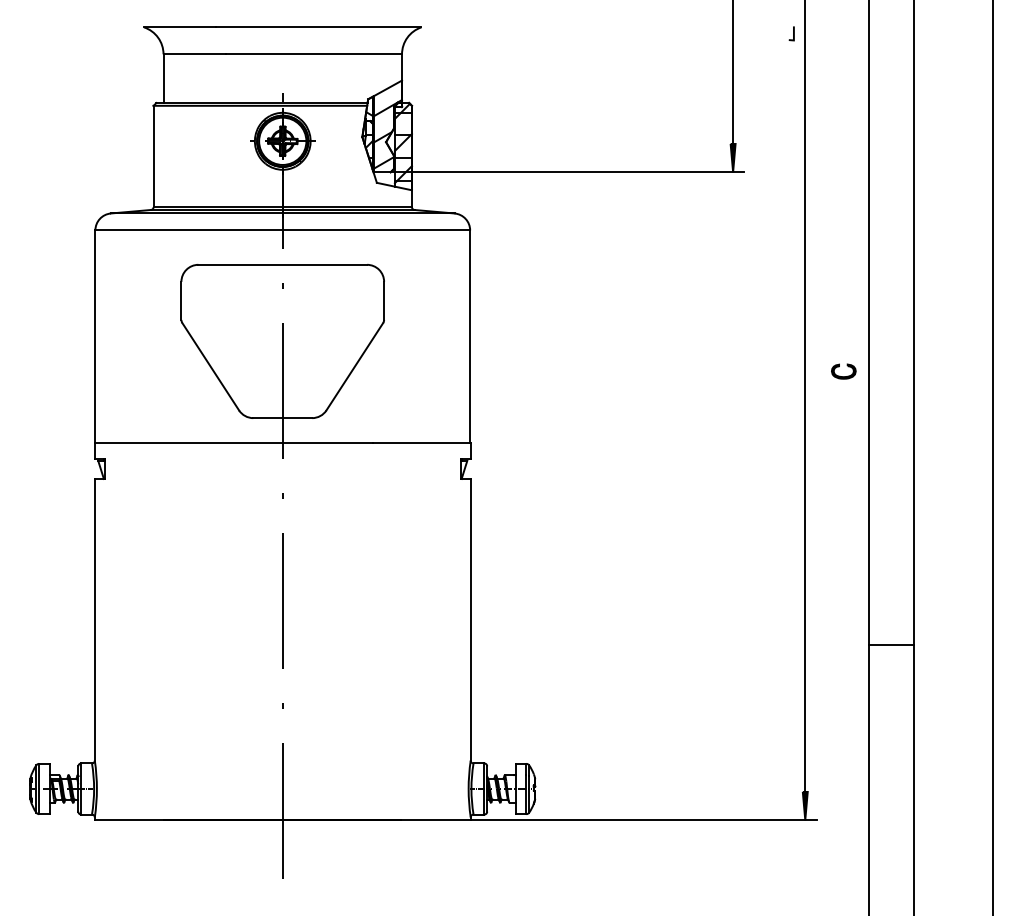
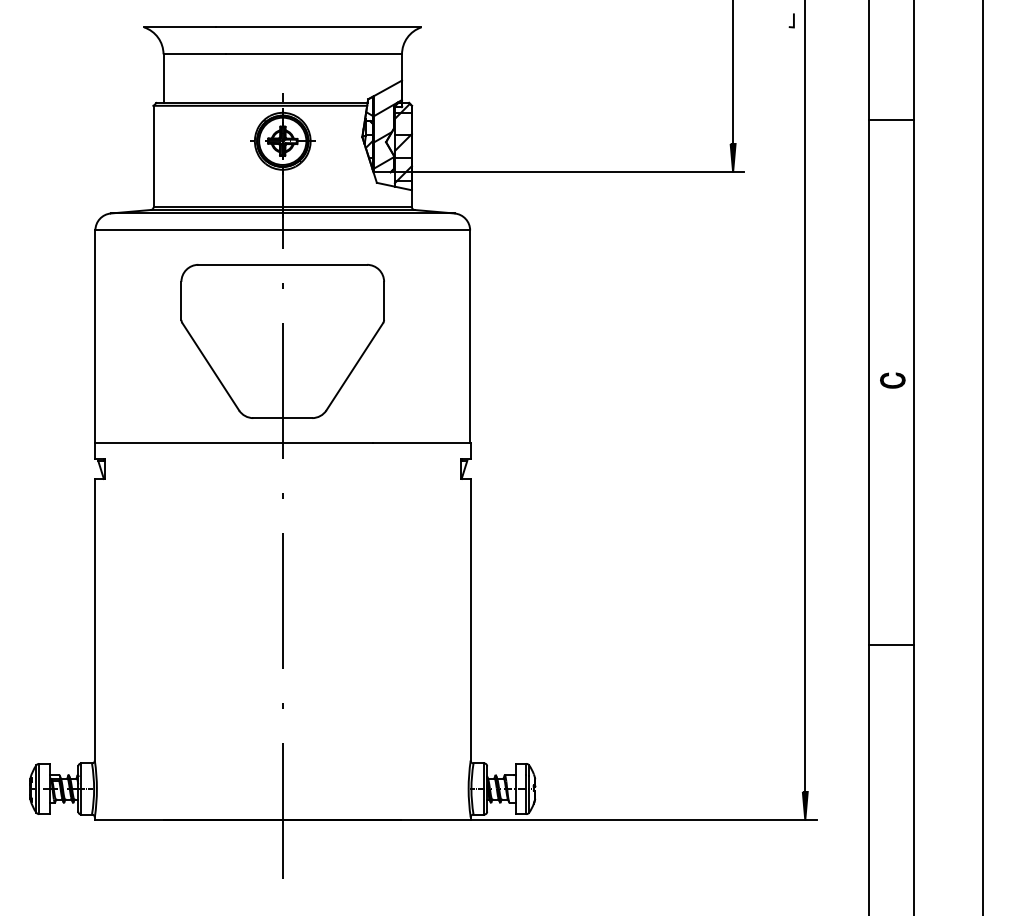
line at (793, 33) position: (793, 33) -> (793, 20)
line at (891, 120): none -> present
part at (843, 371) position: (843, 371) -> (892, 380)
line at (992, 457) position: (992, 457) -> (982, 457)
